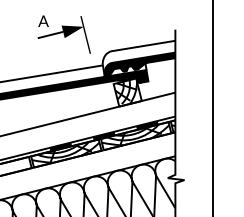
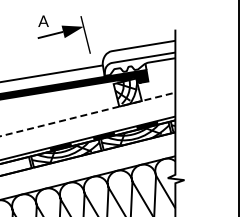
fill at (139, 63): present -> none
line at (212, 107) position: (212, 107) -> (238, 107)
line at (88, 114): solid -> dashed
